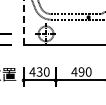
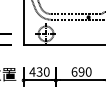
line at (23, 22): dashed -> solid
text at (74, 71): 490 -> 690
